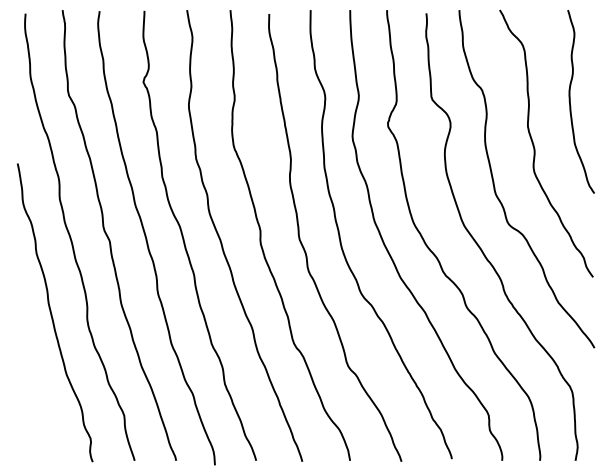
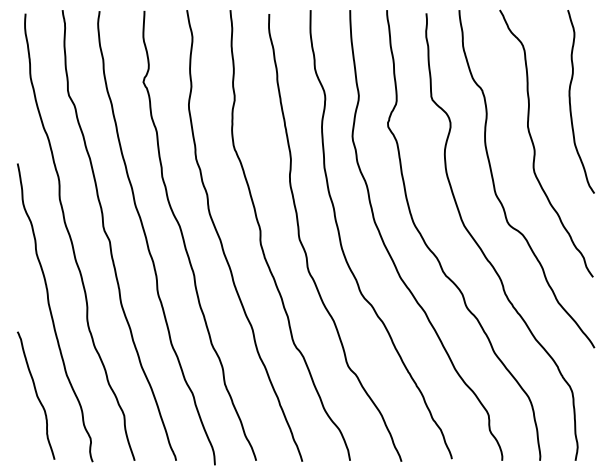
curve at (36, 395): none -> present
